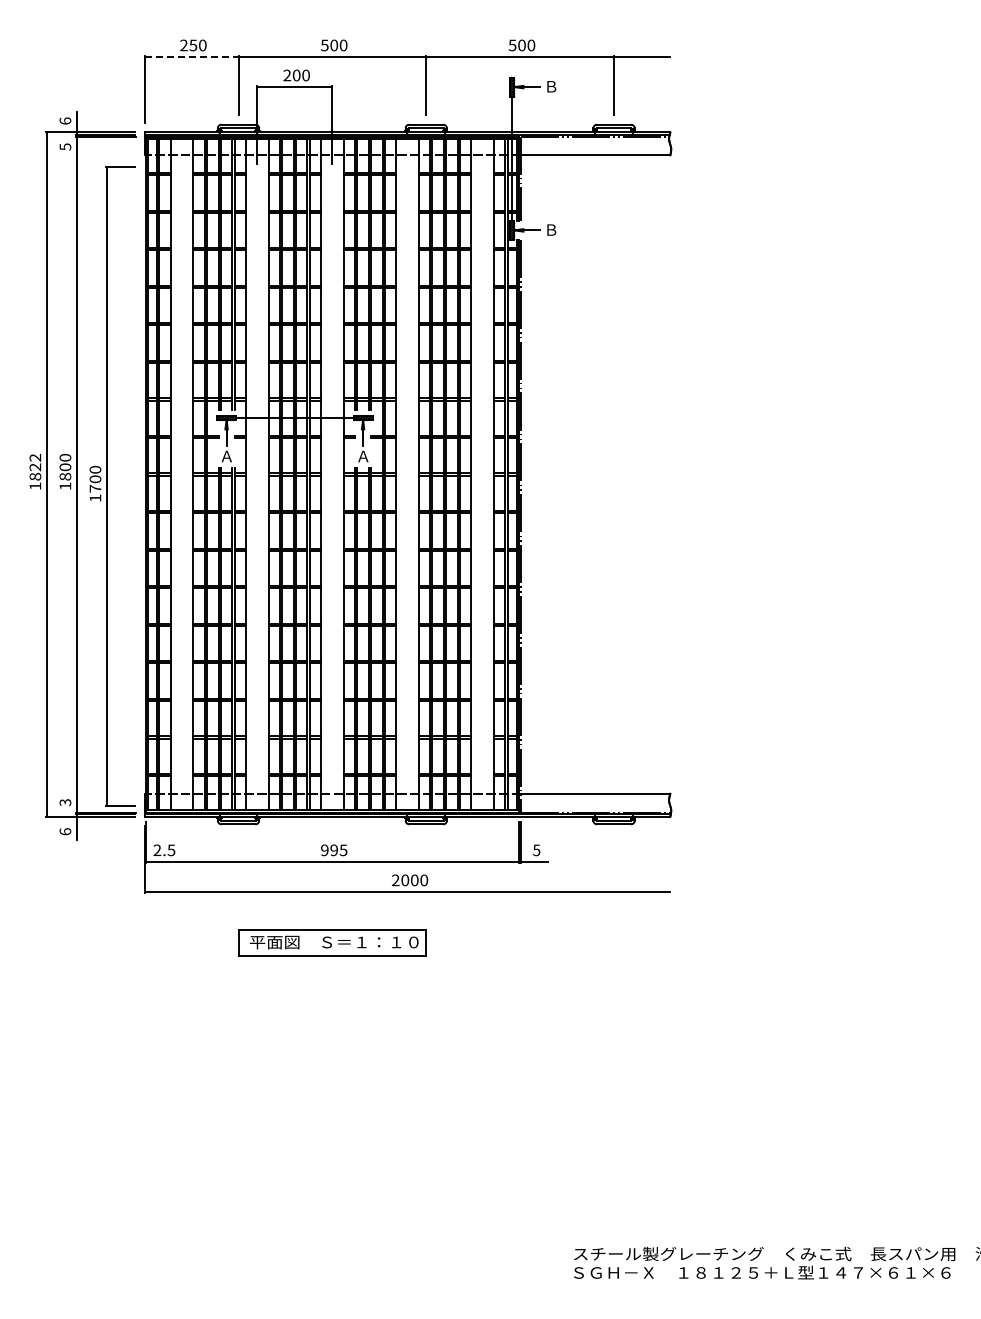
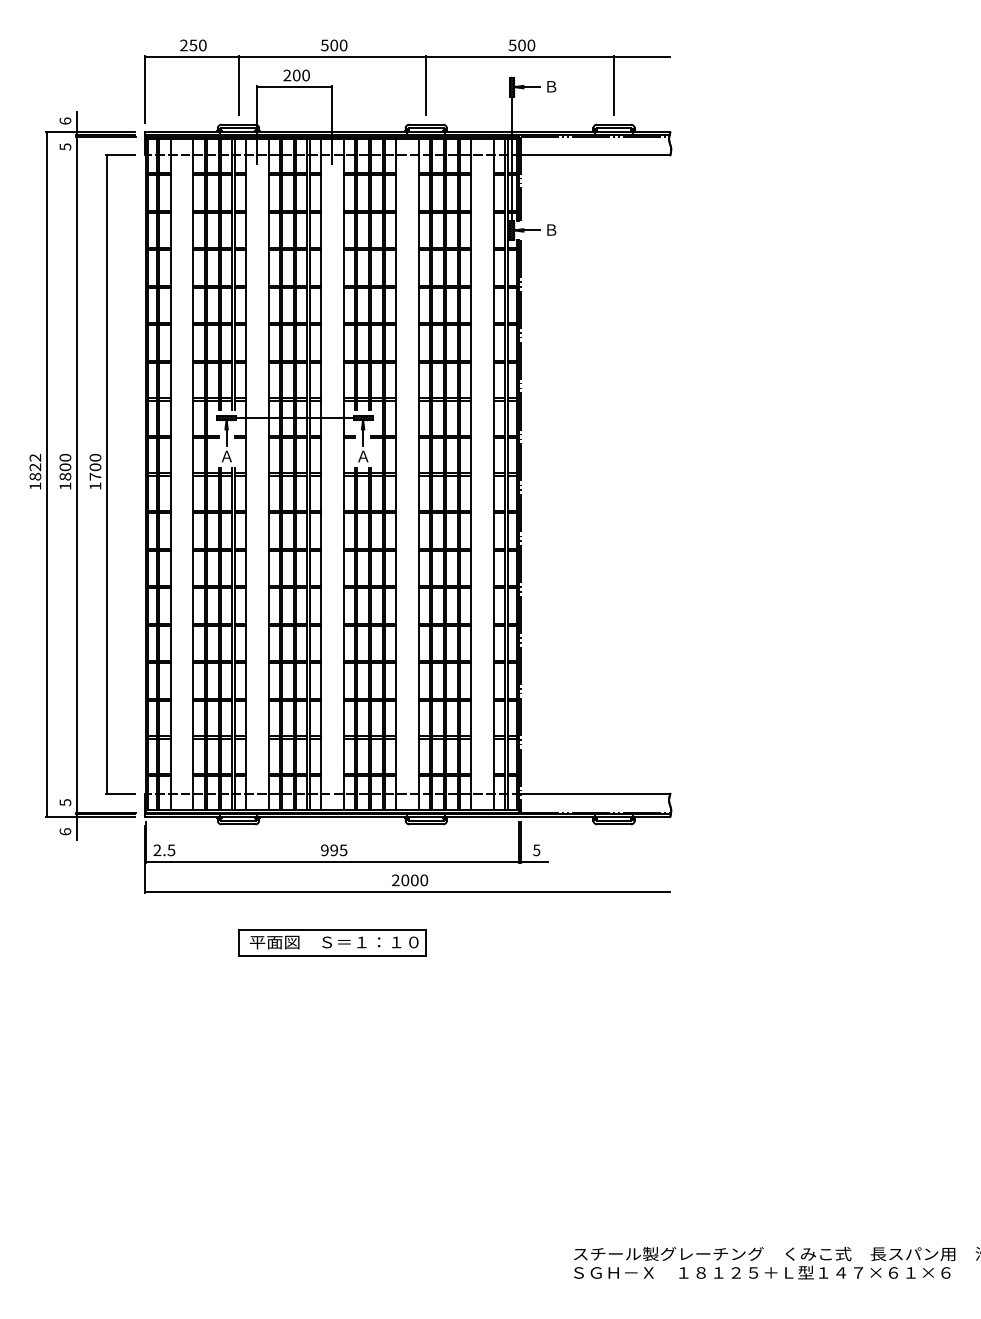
line at (191, 57): dashed -> solid
part at (112, 486) position: (112, 486) -> (112, 474)
text at (64, 802): 3 -> 5
